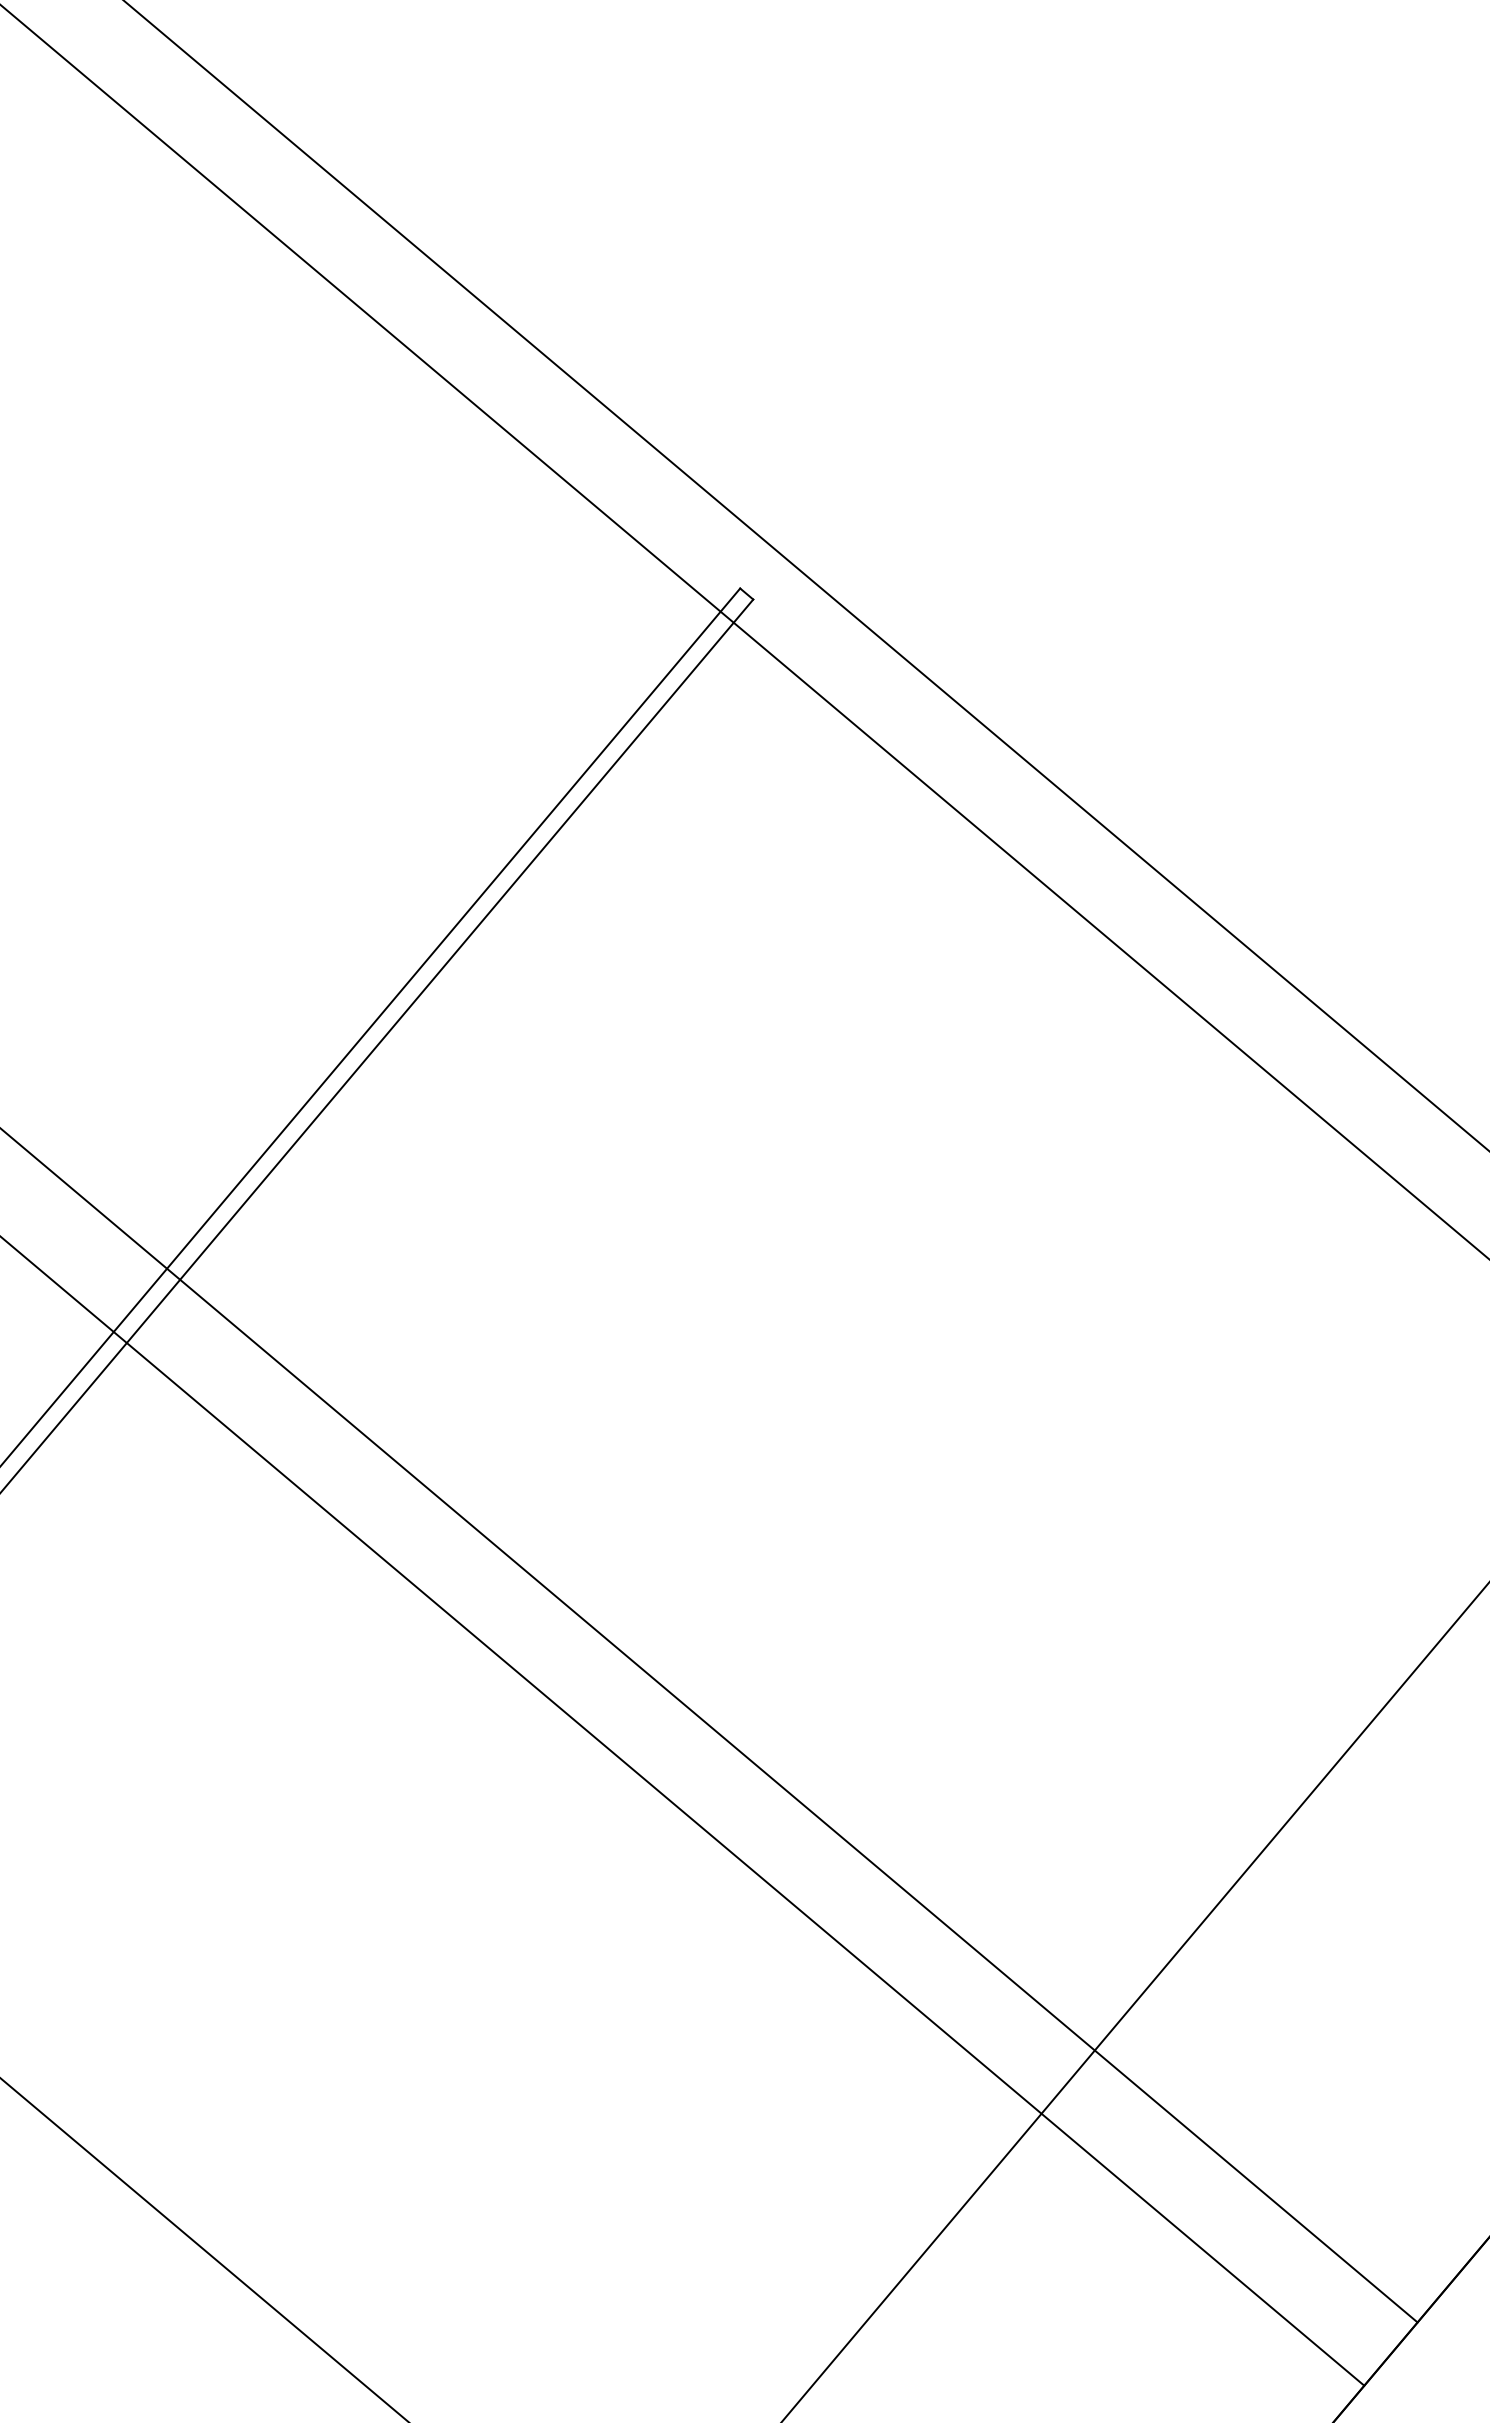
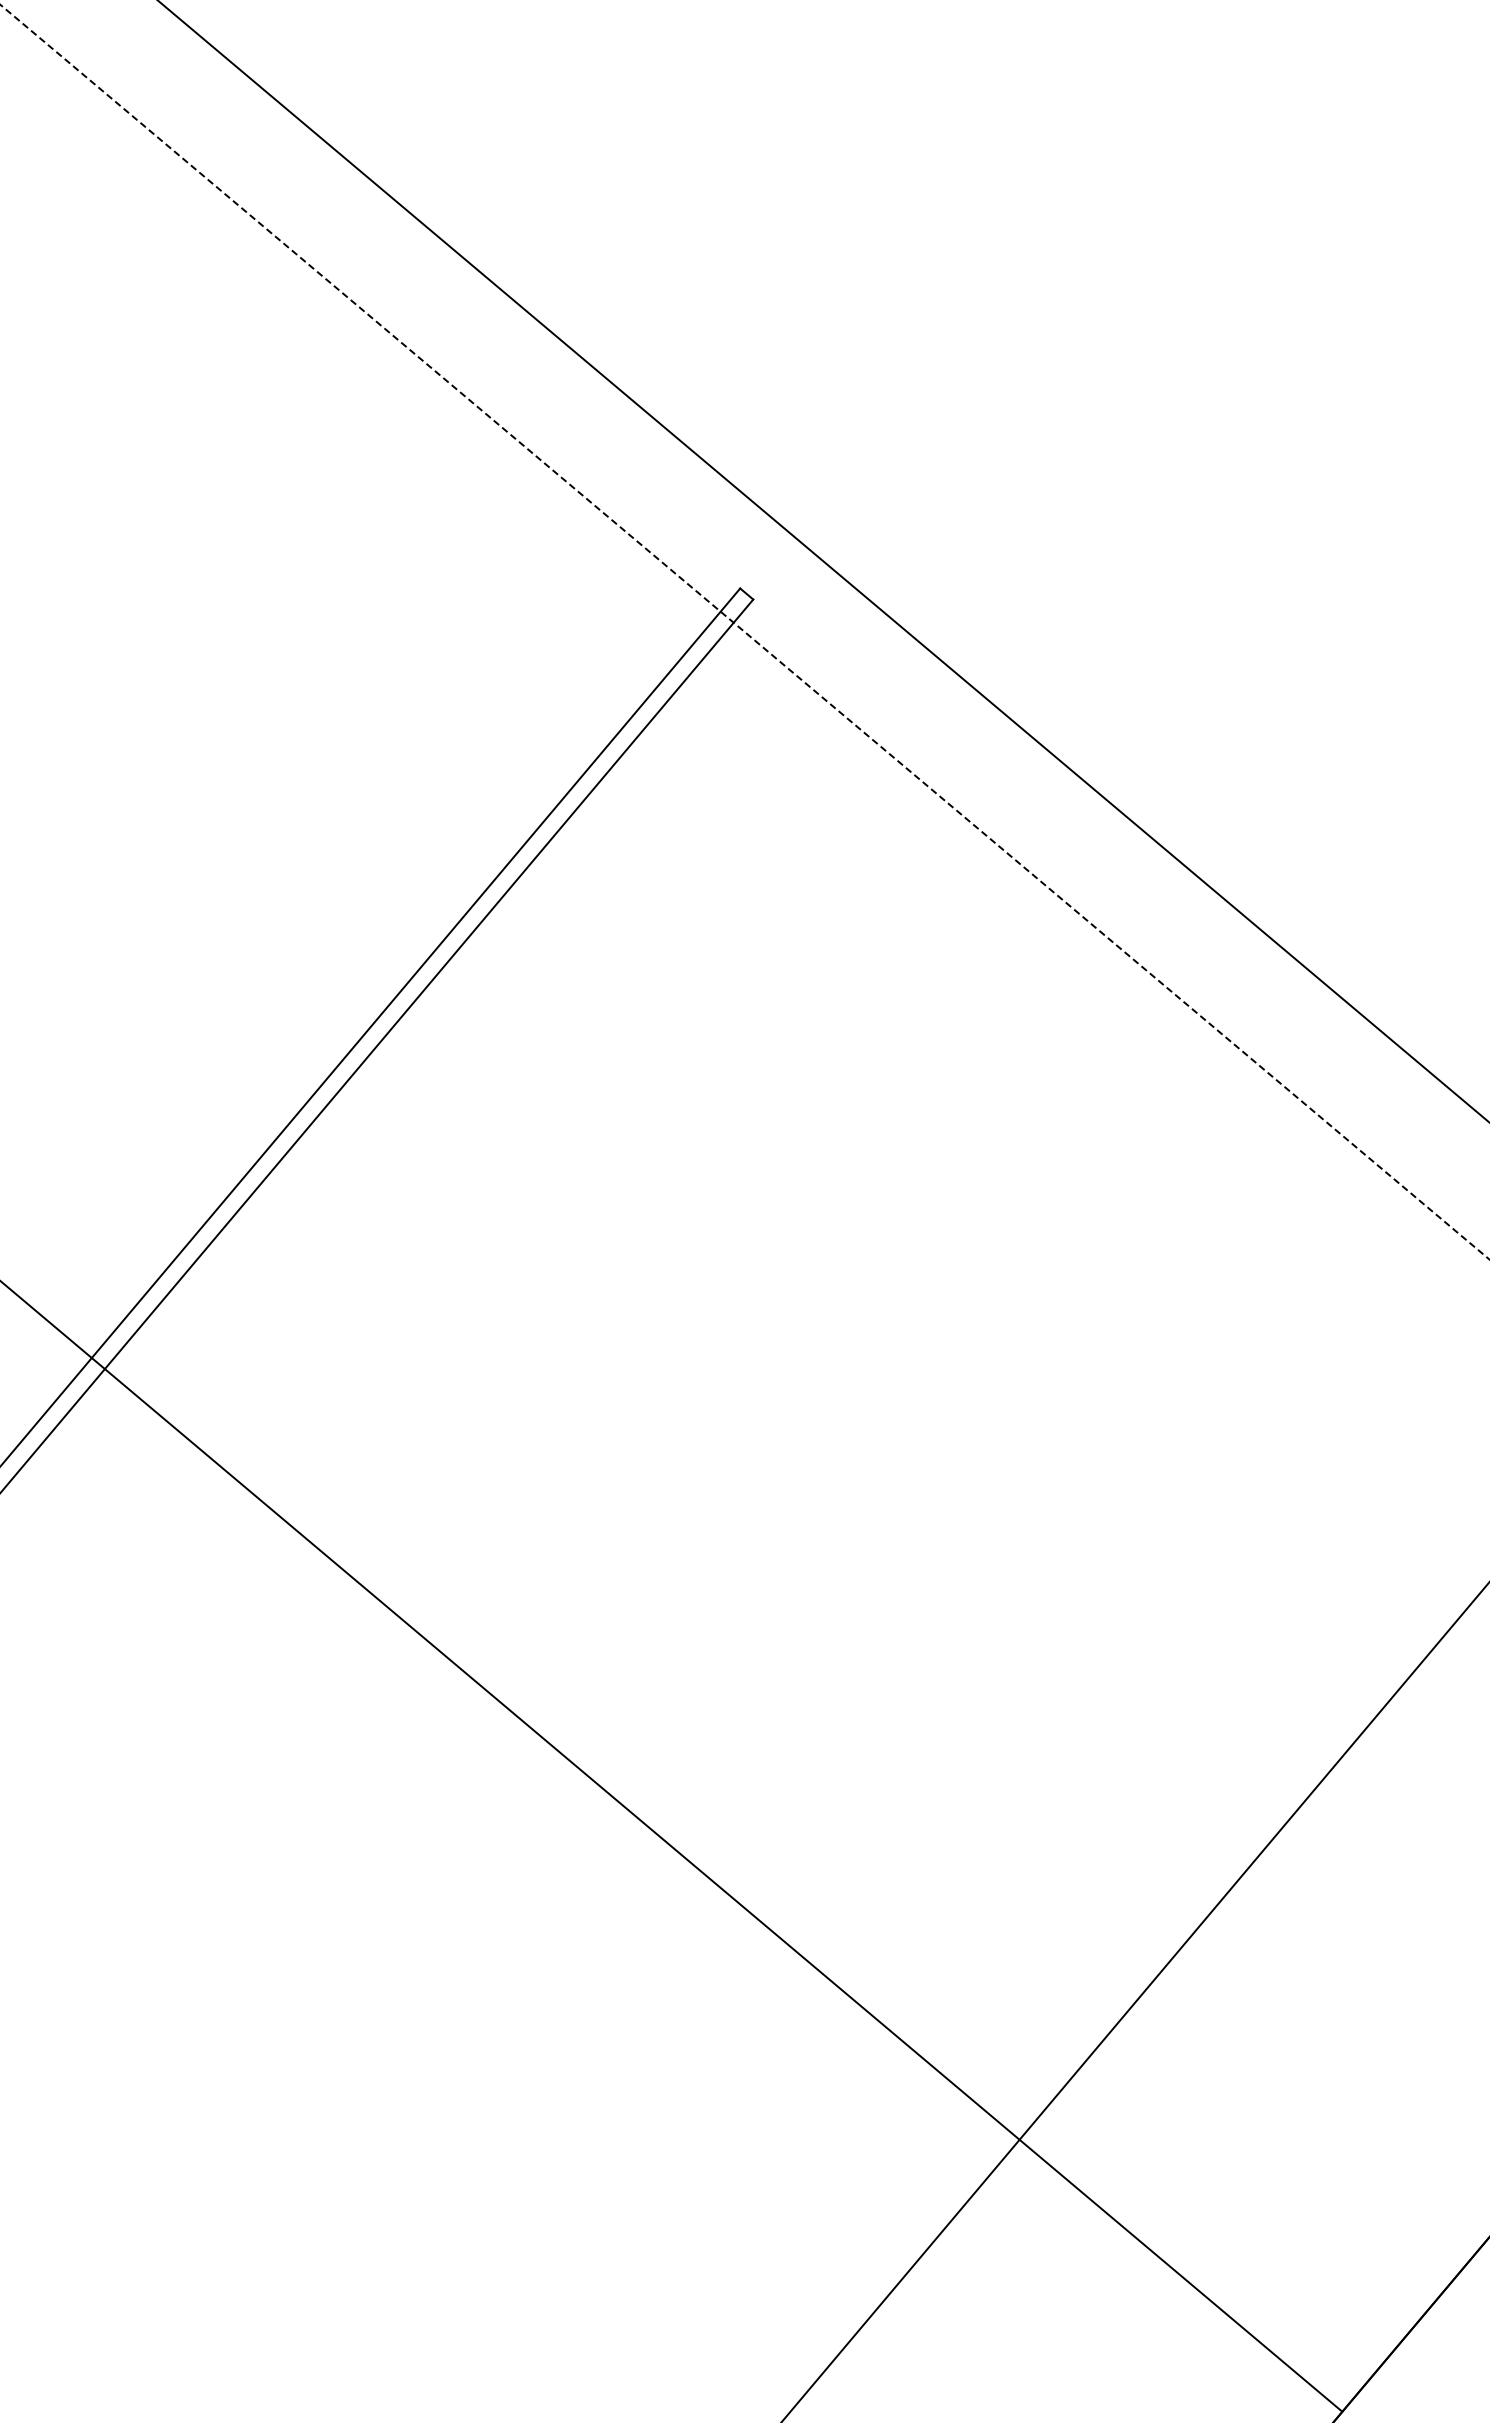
line at (806, 575) position: (806, 575) -> (822, 560)
line at (744, 631): solid -> dashed
line at (709, 1726): present -> none
line at (683, 1811) position: (683, 1811) -> (672, 1846)
line at (203, 2249): present -> none
